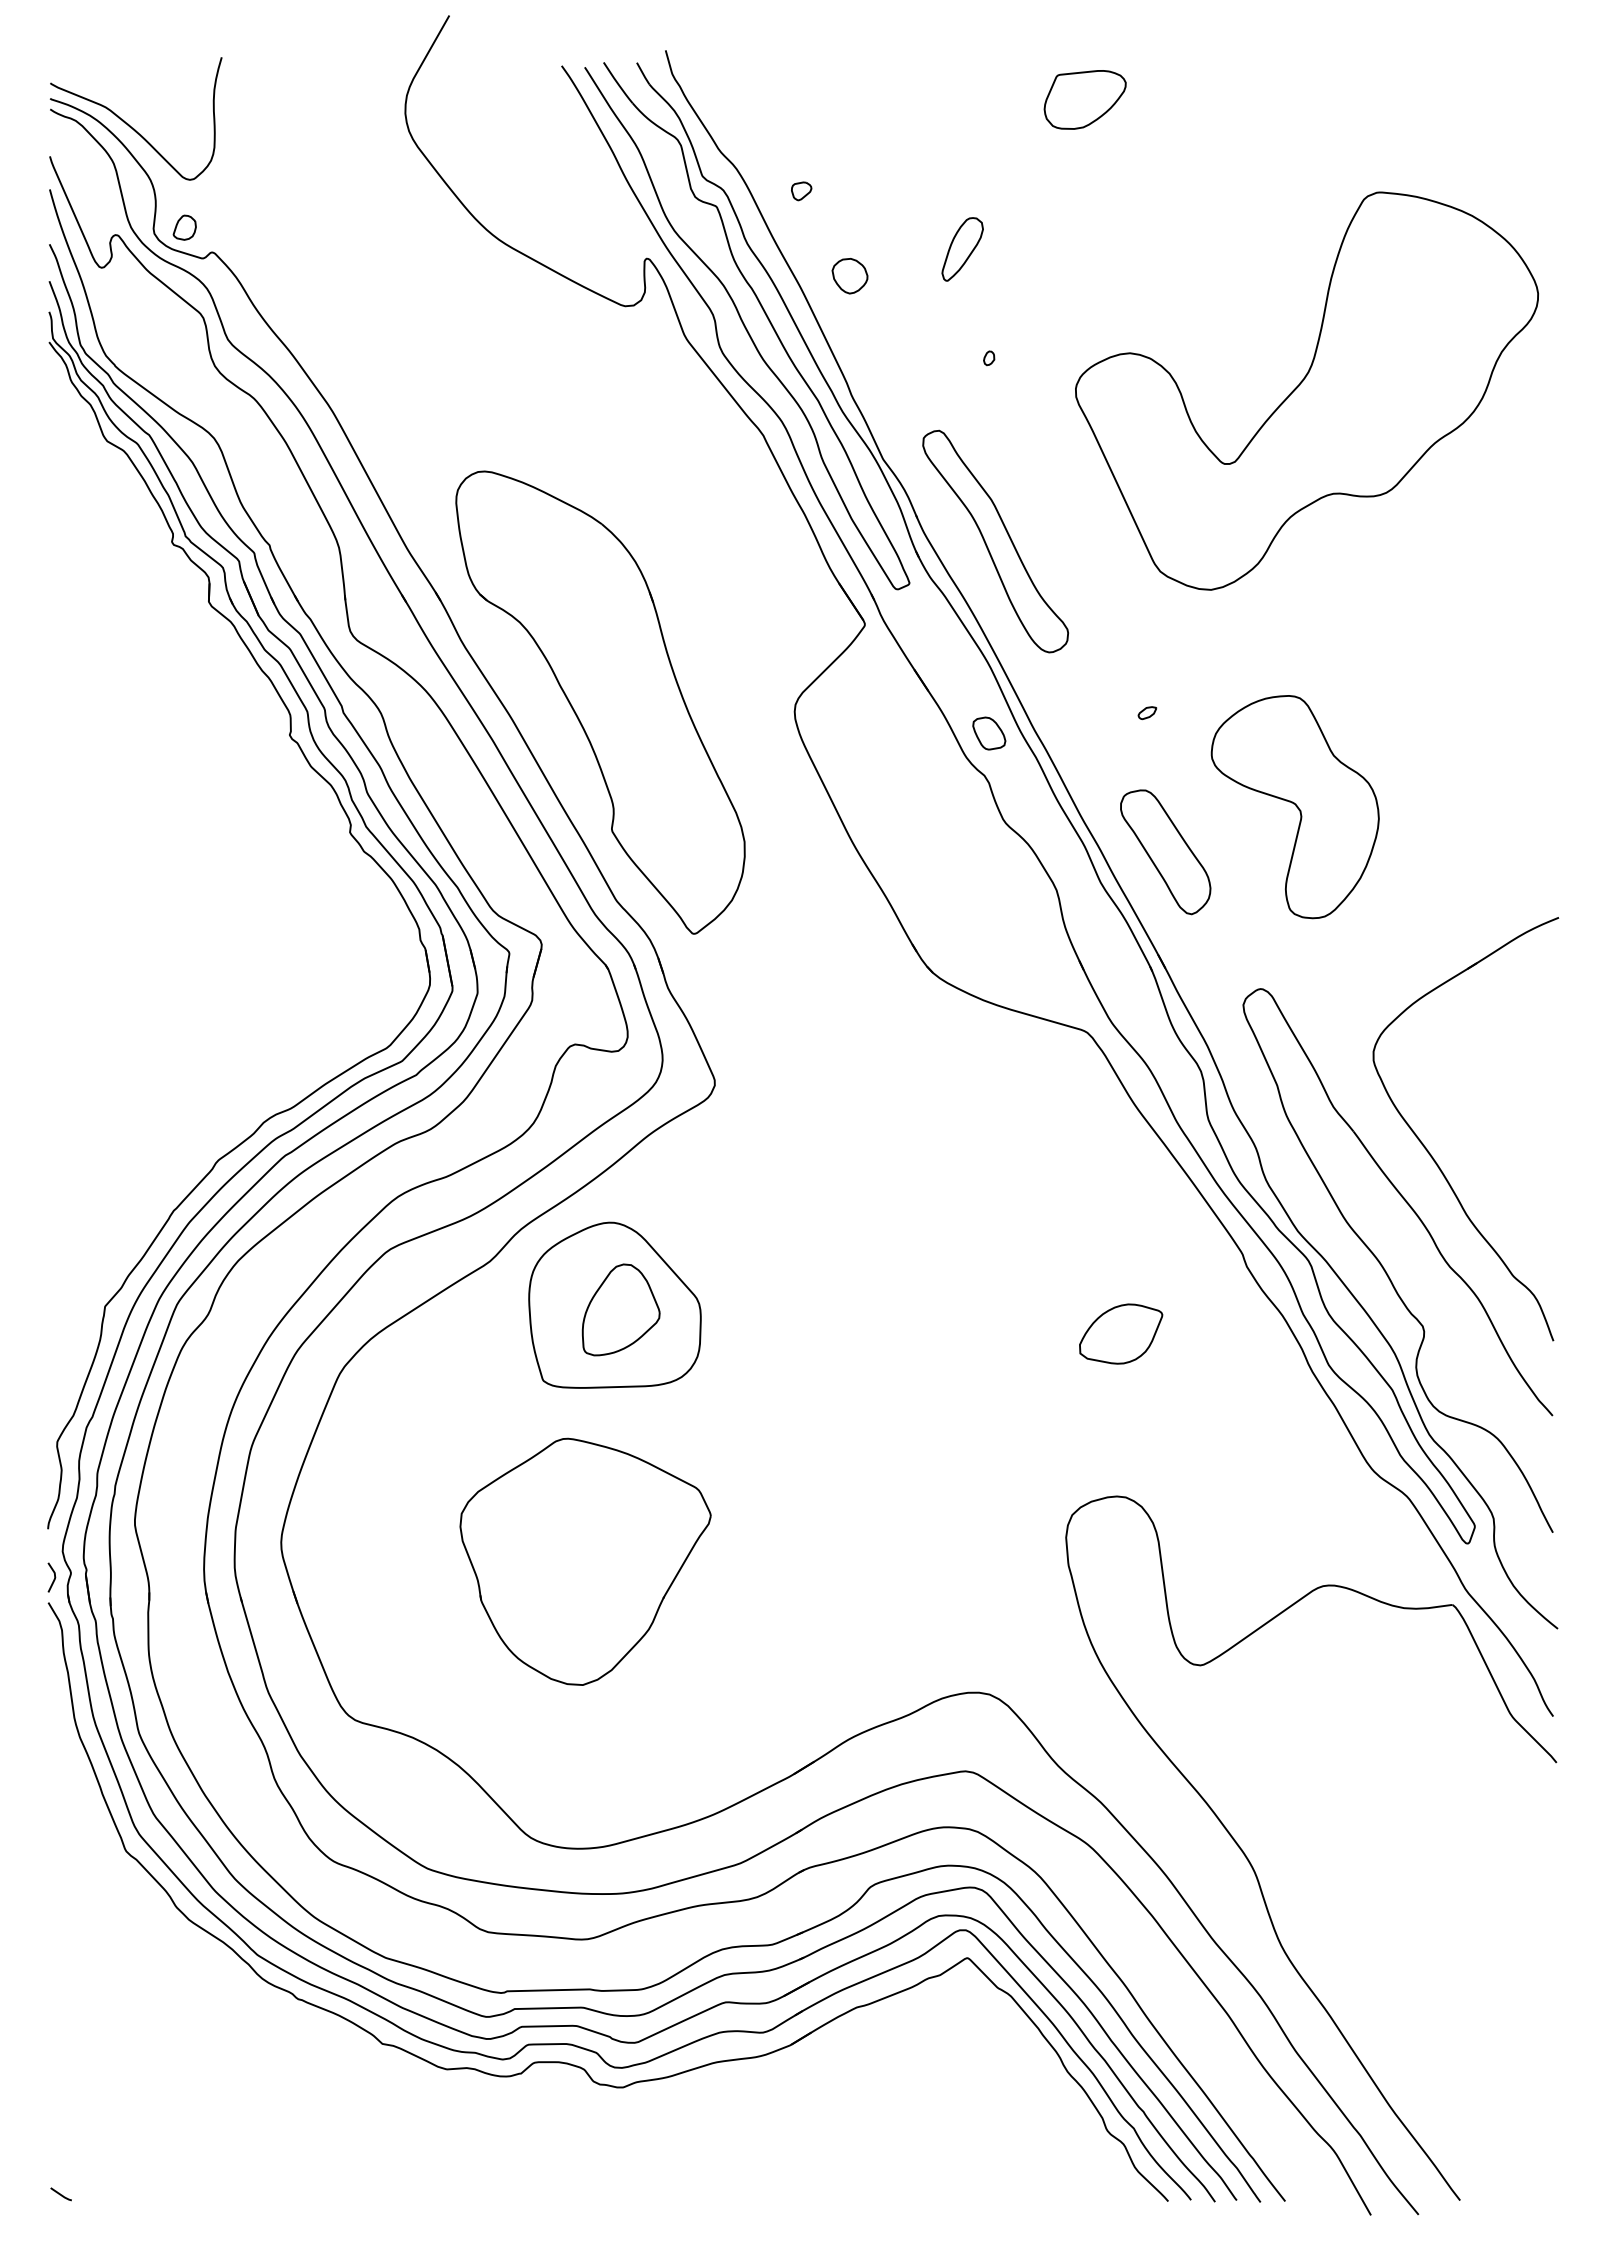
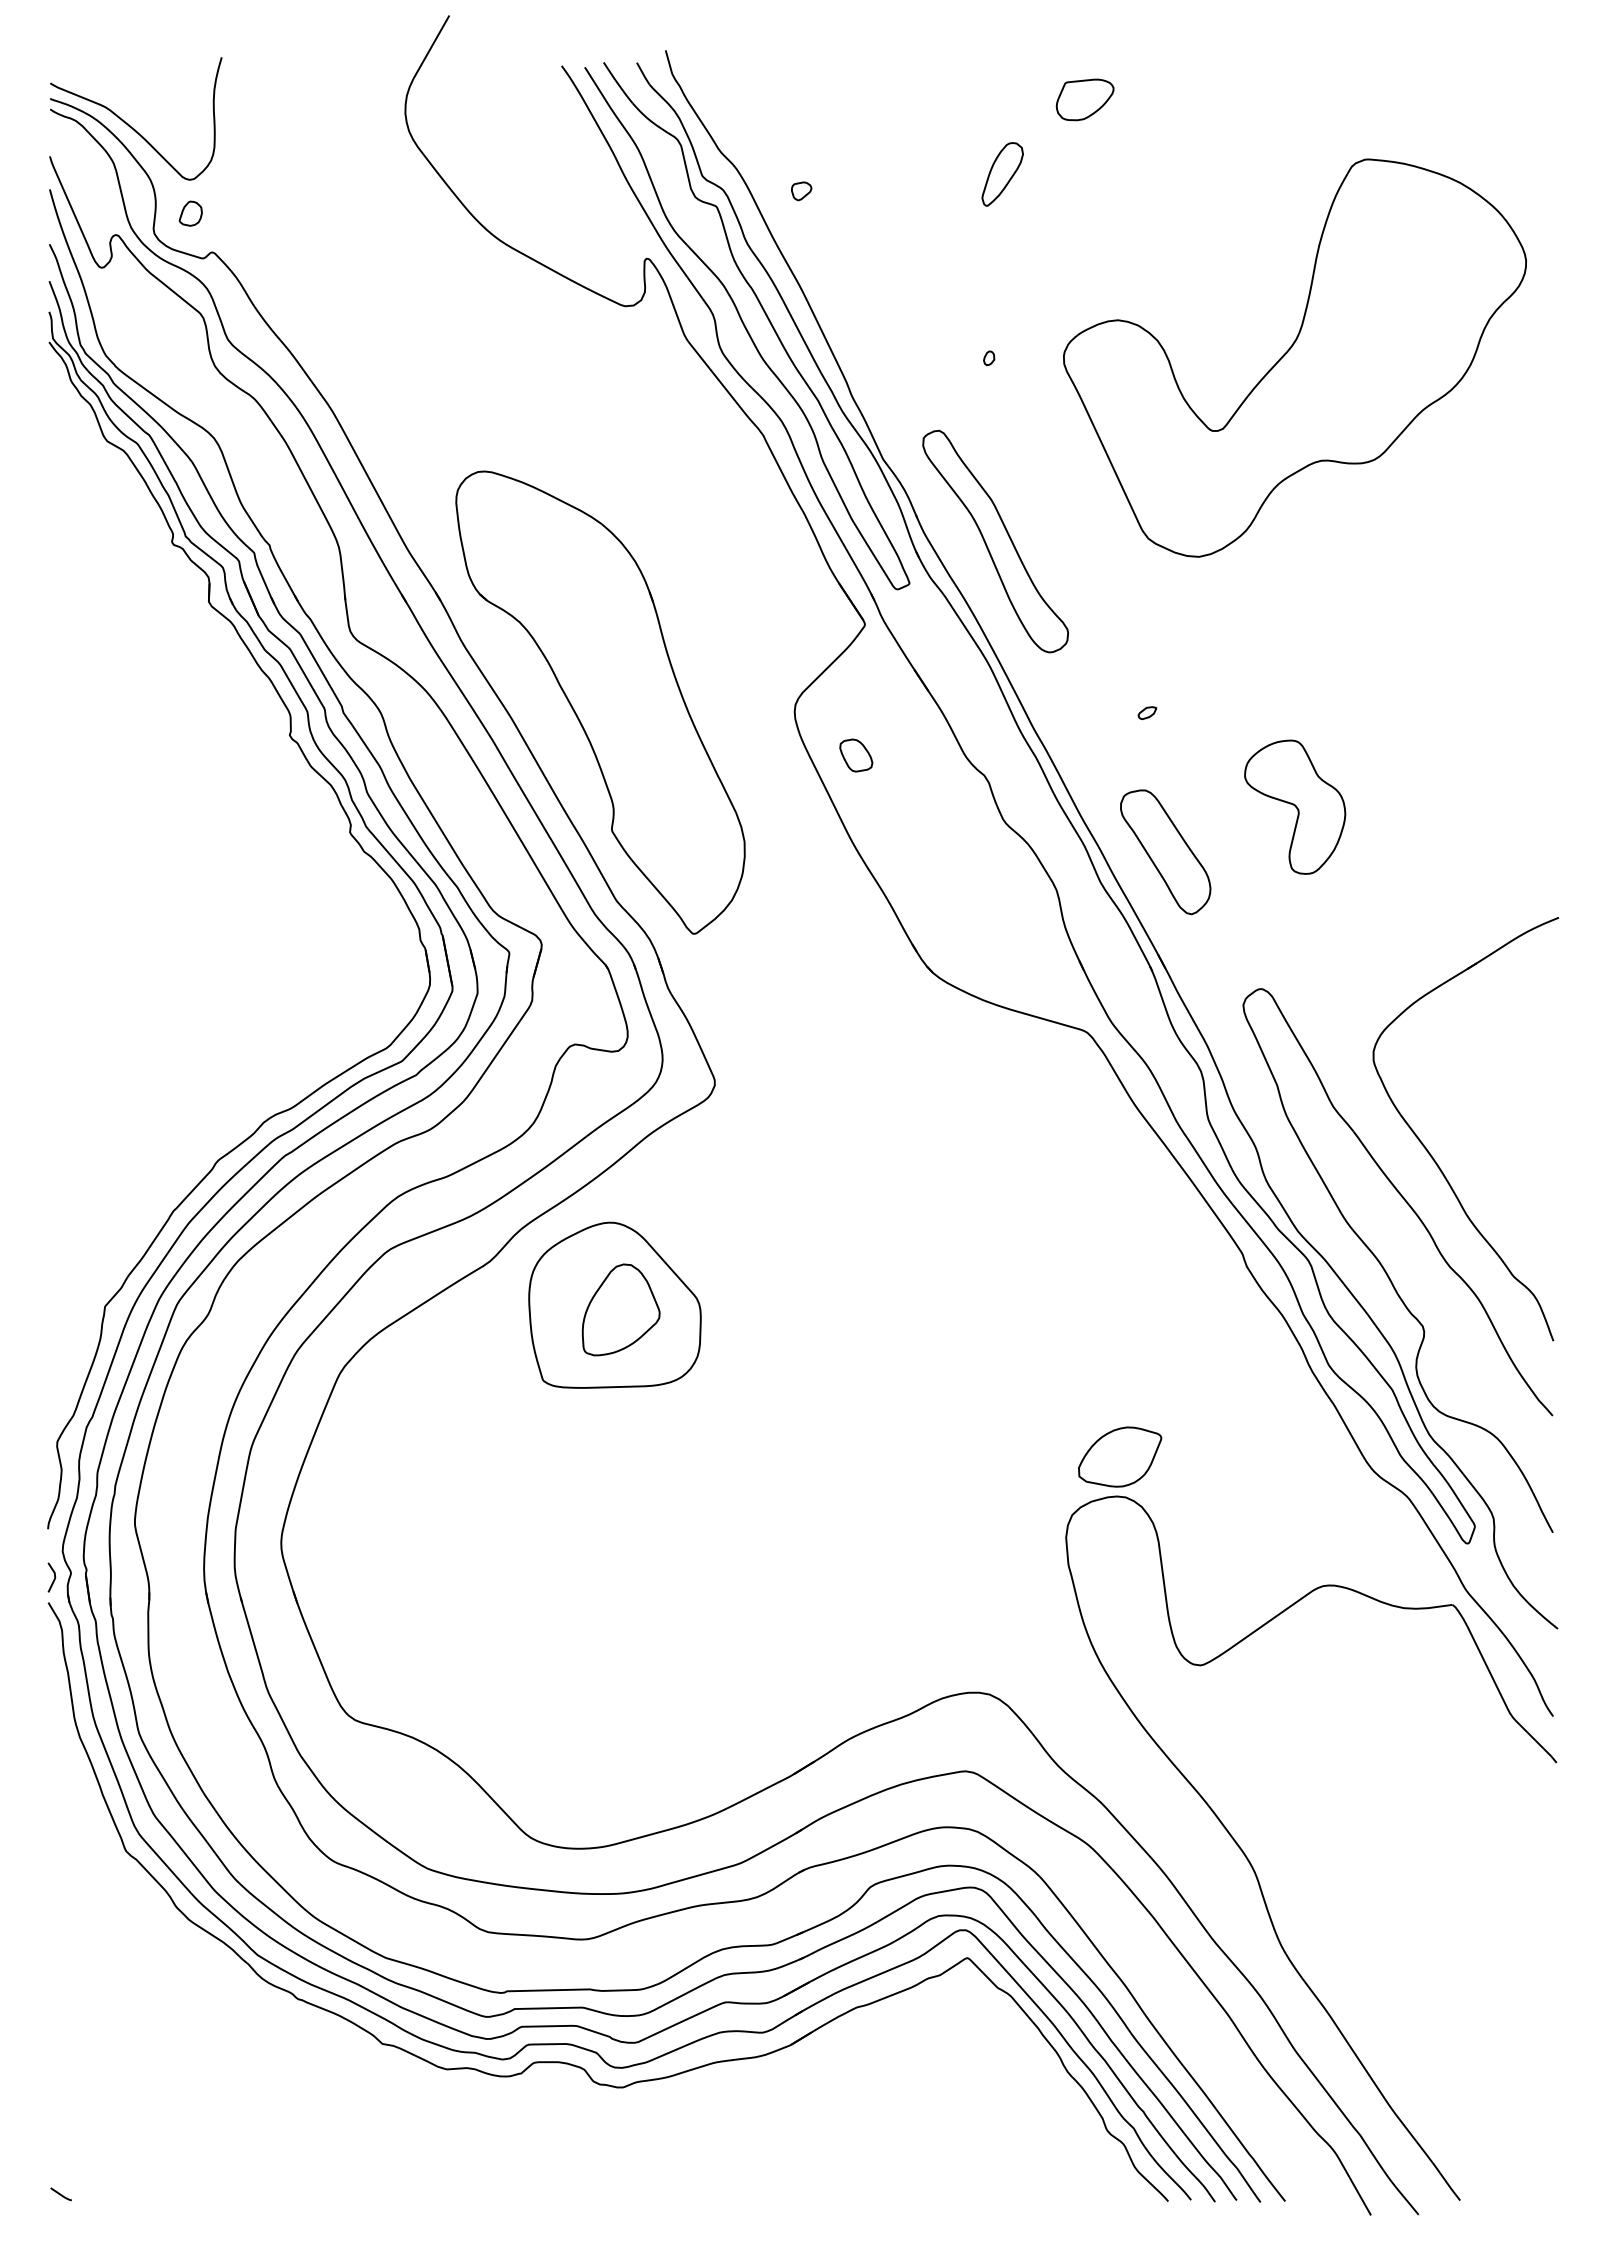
part at (1084, 99) size: 84x60 px -> 60x44 px
part at (184, 227) position: (184, 227) -> (190, 213)
part at (962, 249) position: (962, 249) -> (1002, 174)
part at (849, 276): present -> none
part at (1306, 390) position: (1306, 390) -> (1294, 357)
part at (989, 733) position: (989, 733) -> (856, 755)
part at (1294, 807) size: 170x225 px -> 103x136 px
part at (1121, 1333) position: (1121, 1333) -> (1120, 1456)
part at (585, 1561): present -> none
